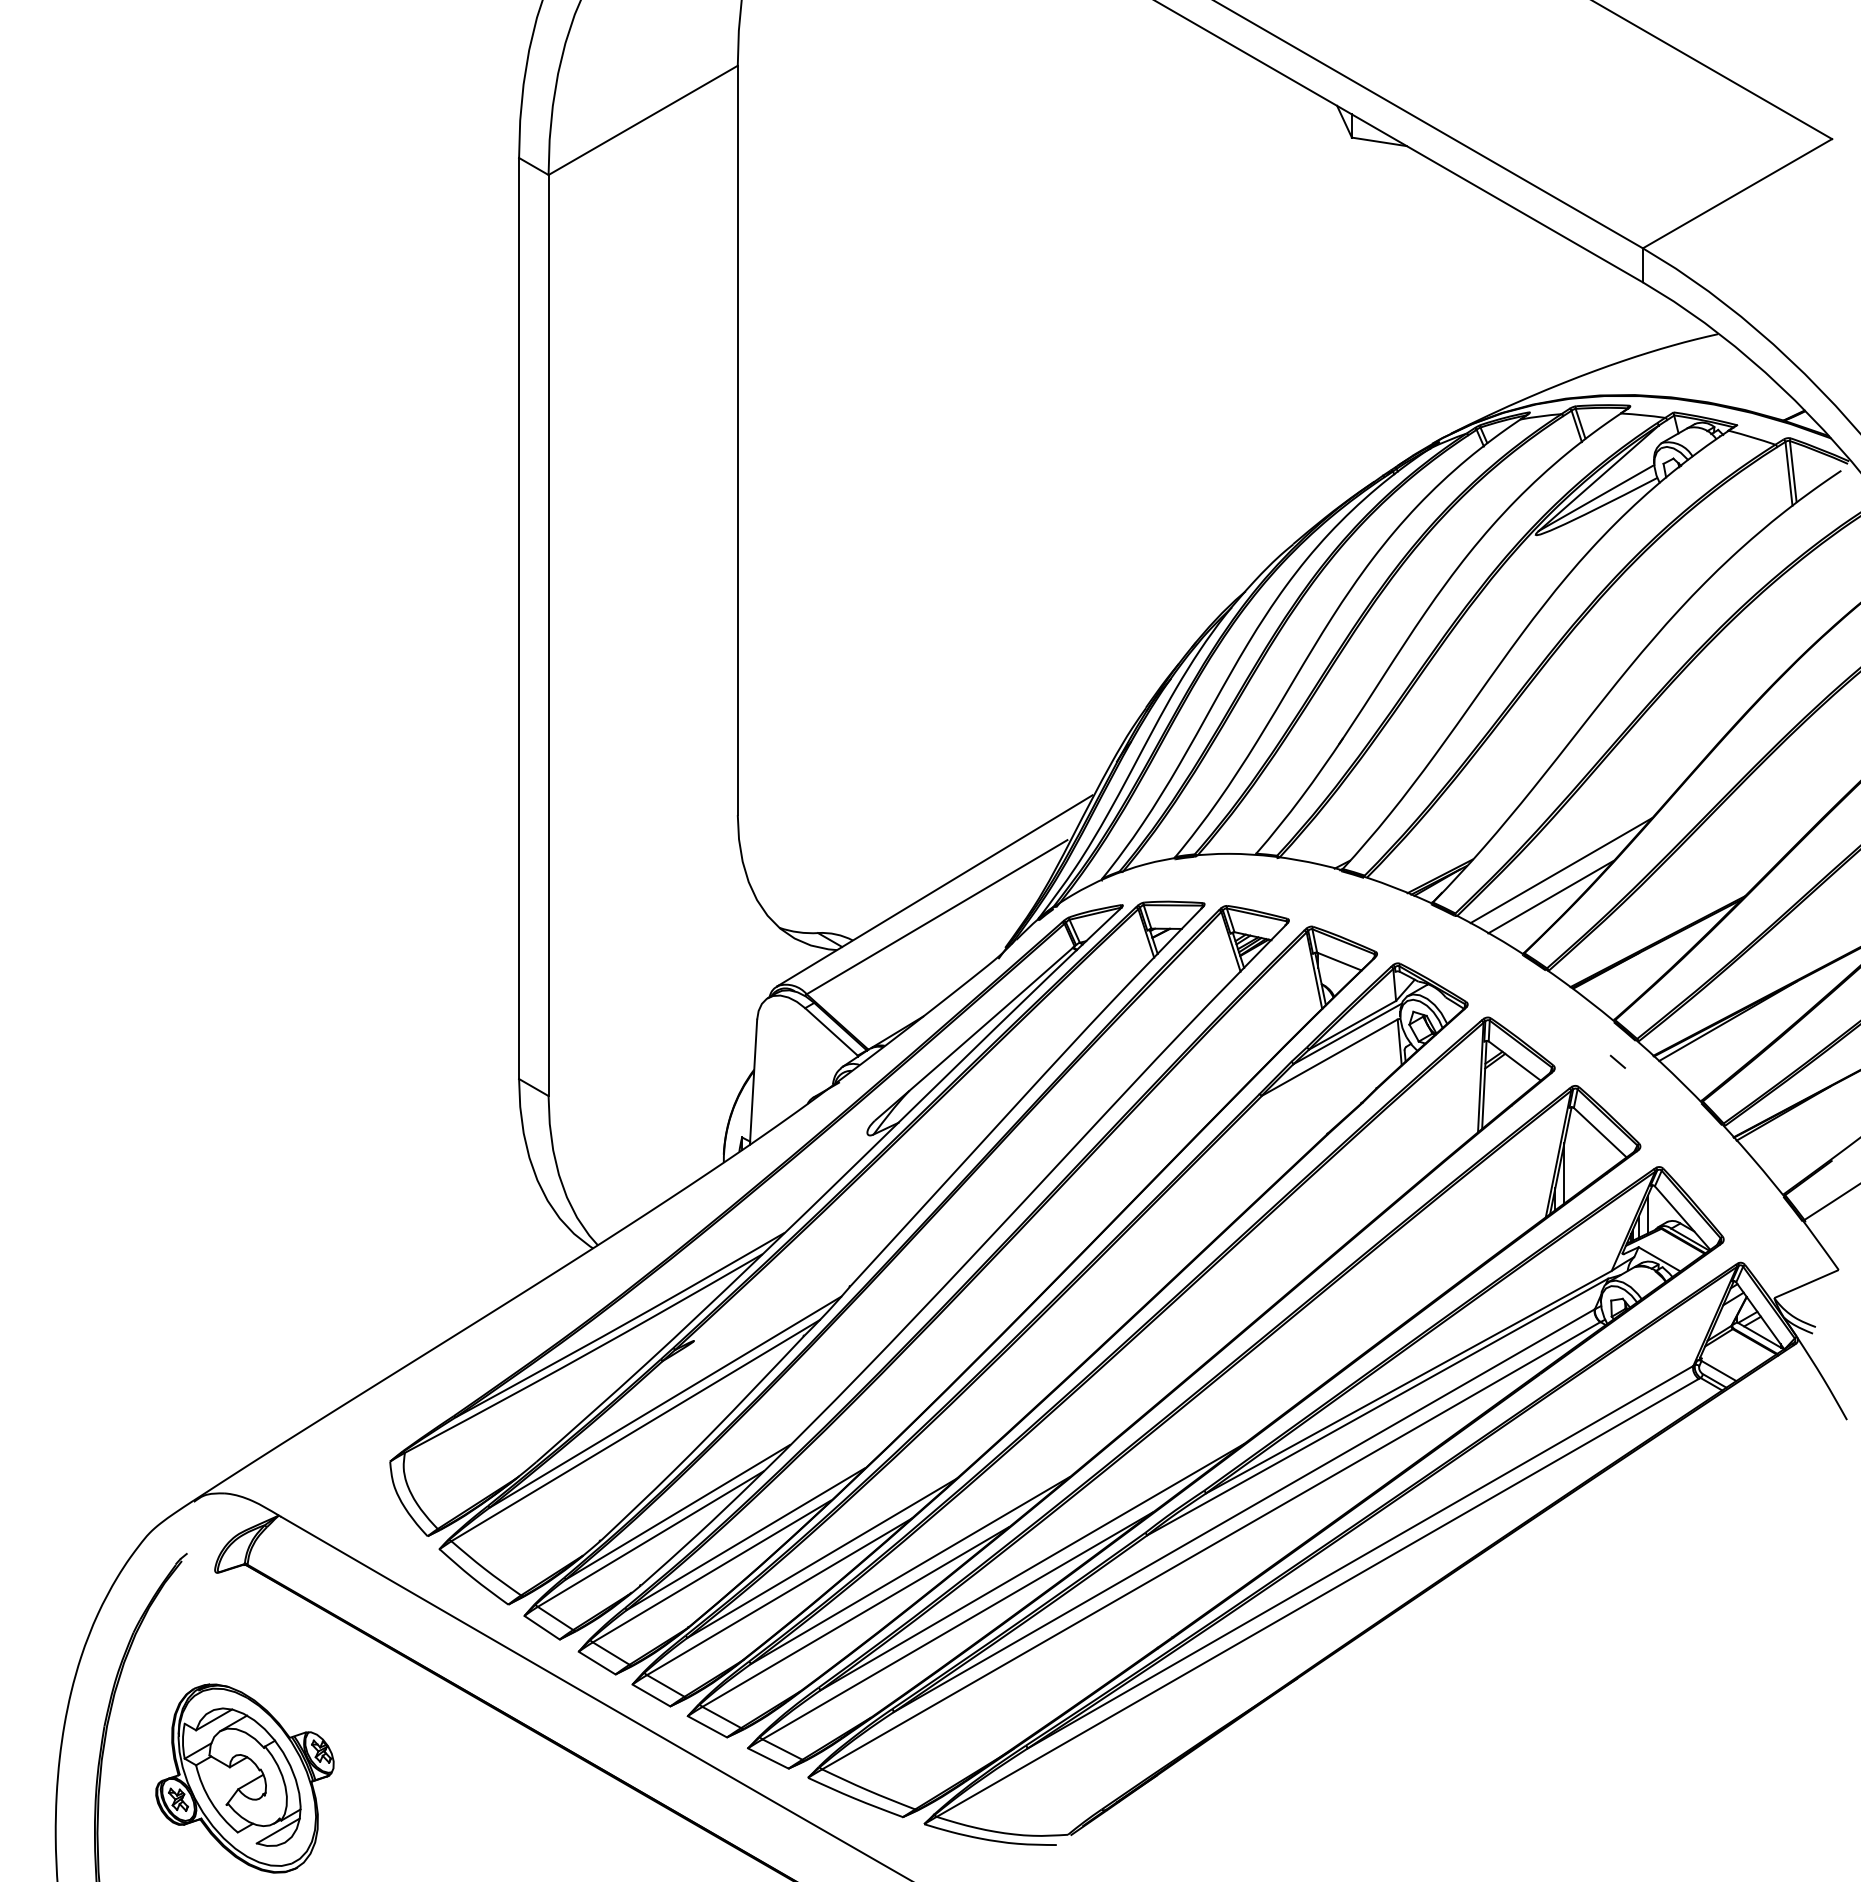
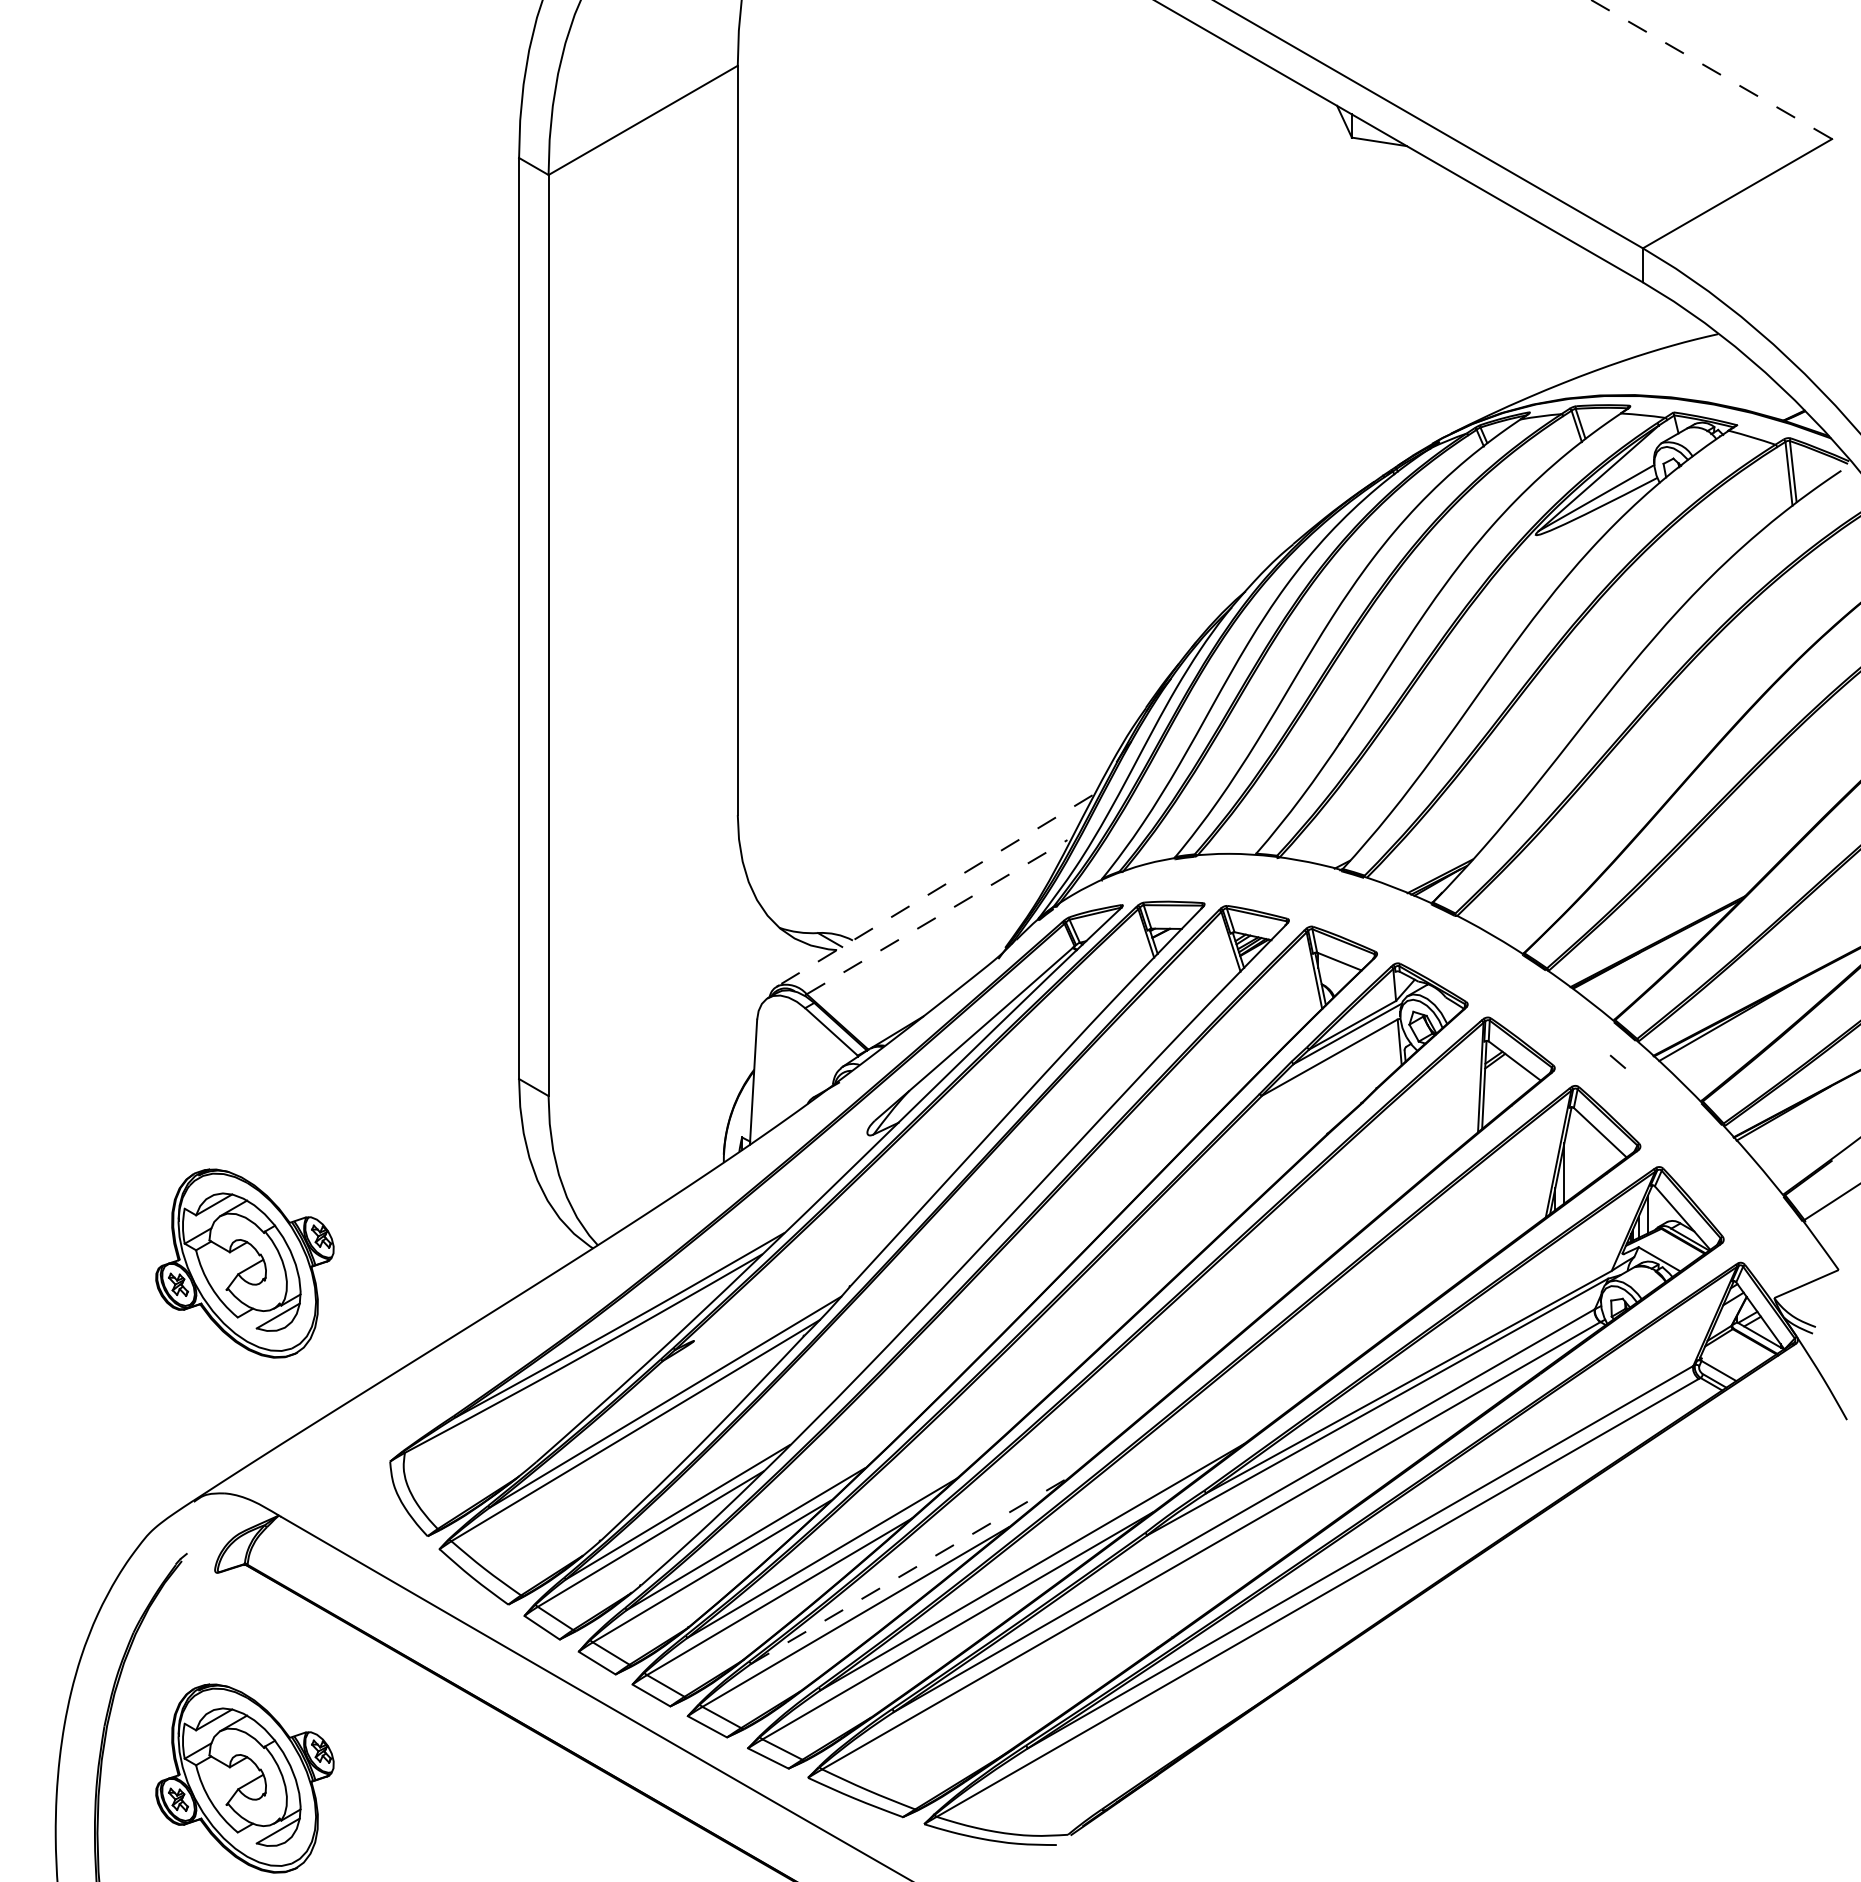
line at (1711, 69): solid -> dashed
line at (1560, 870): present -> none
line at (934, 891): solid -> dashed
line at (1550, 897): present -> none
line at (937, 916): solid -> dashed
part at (244, 1263): none -> present
line at (910, 1570): solid -> dashed
